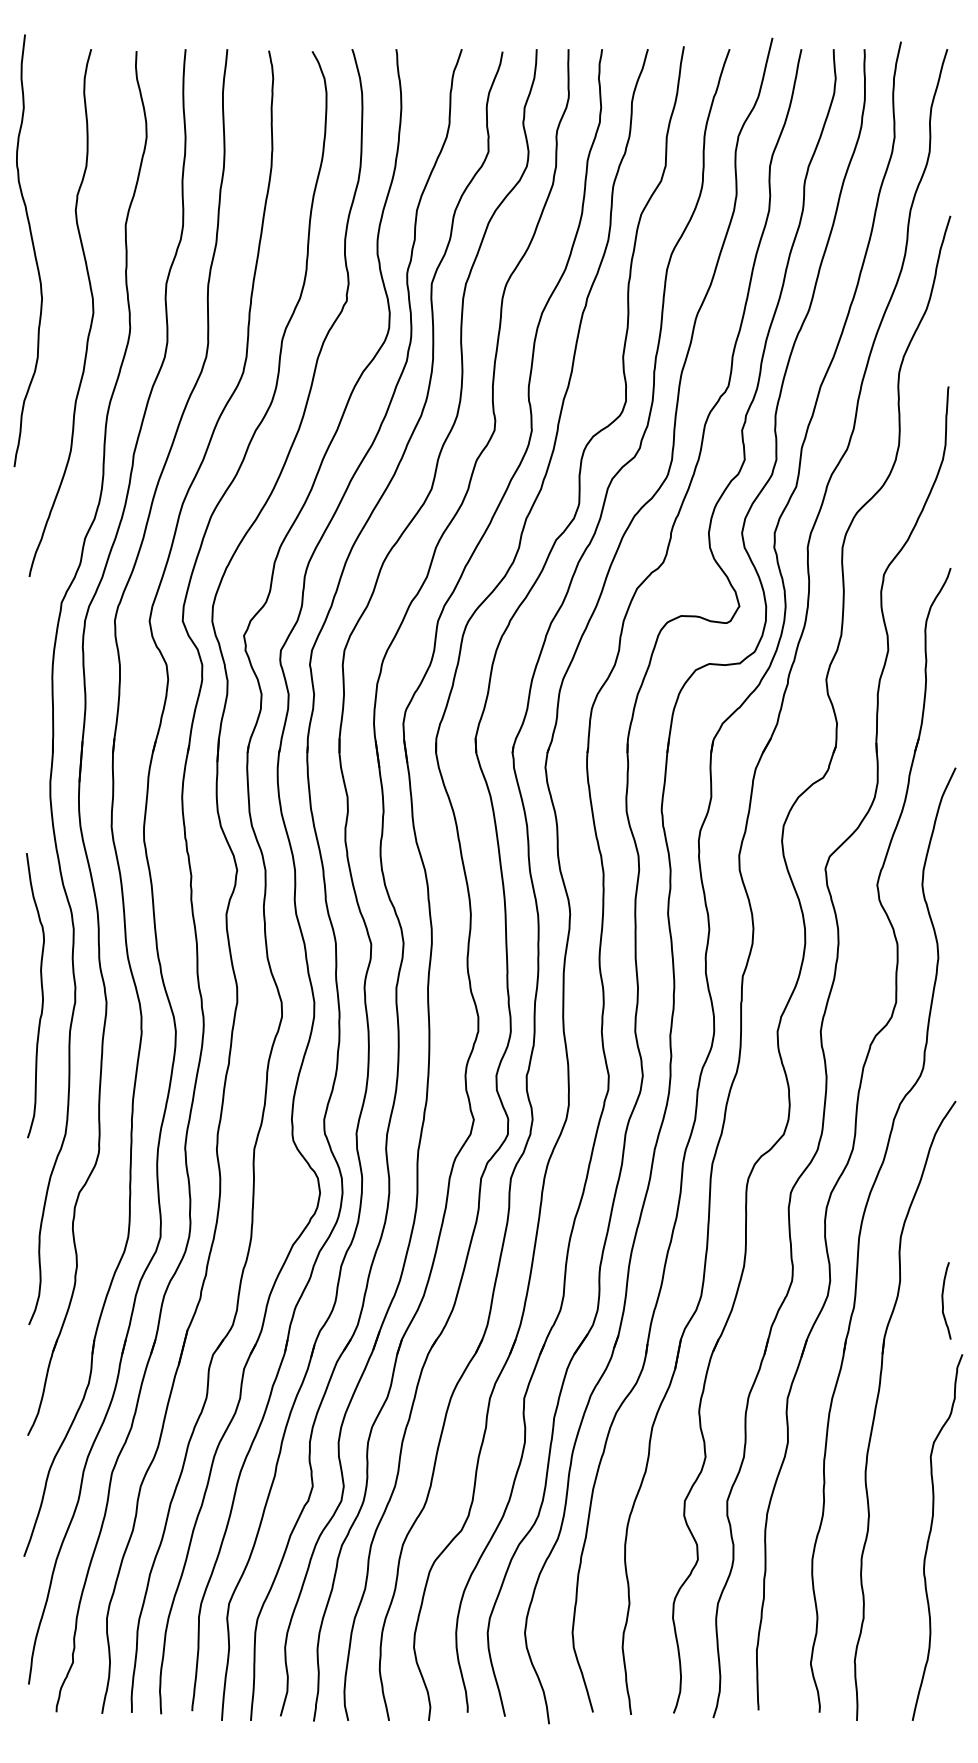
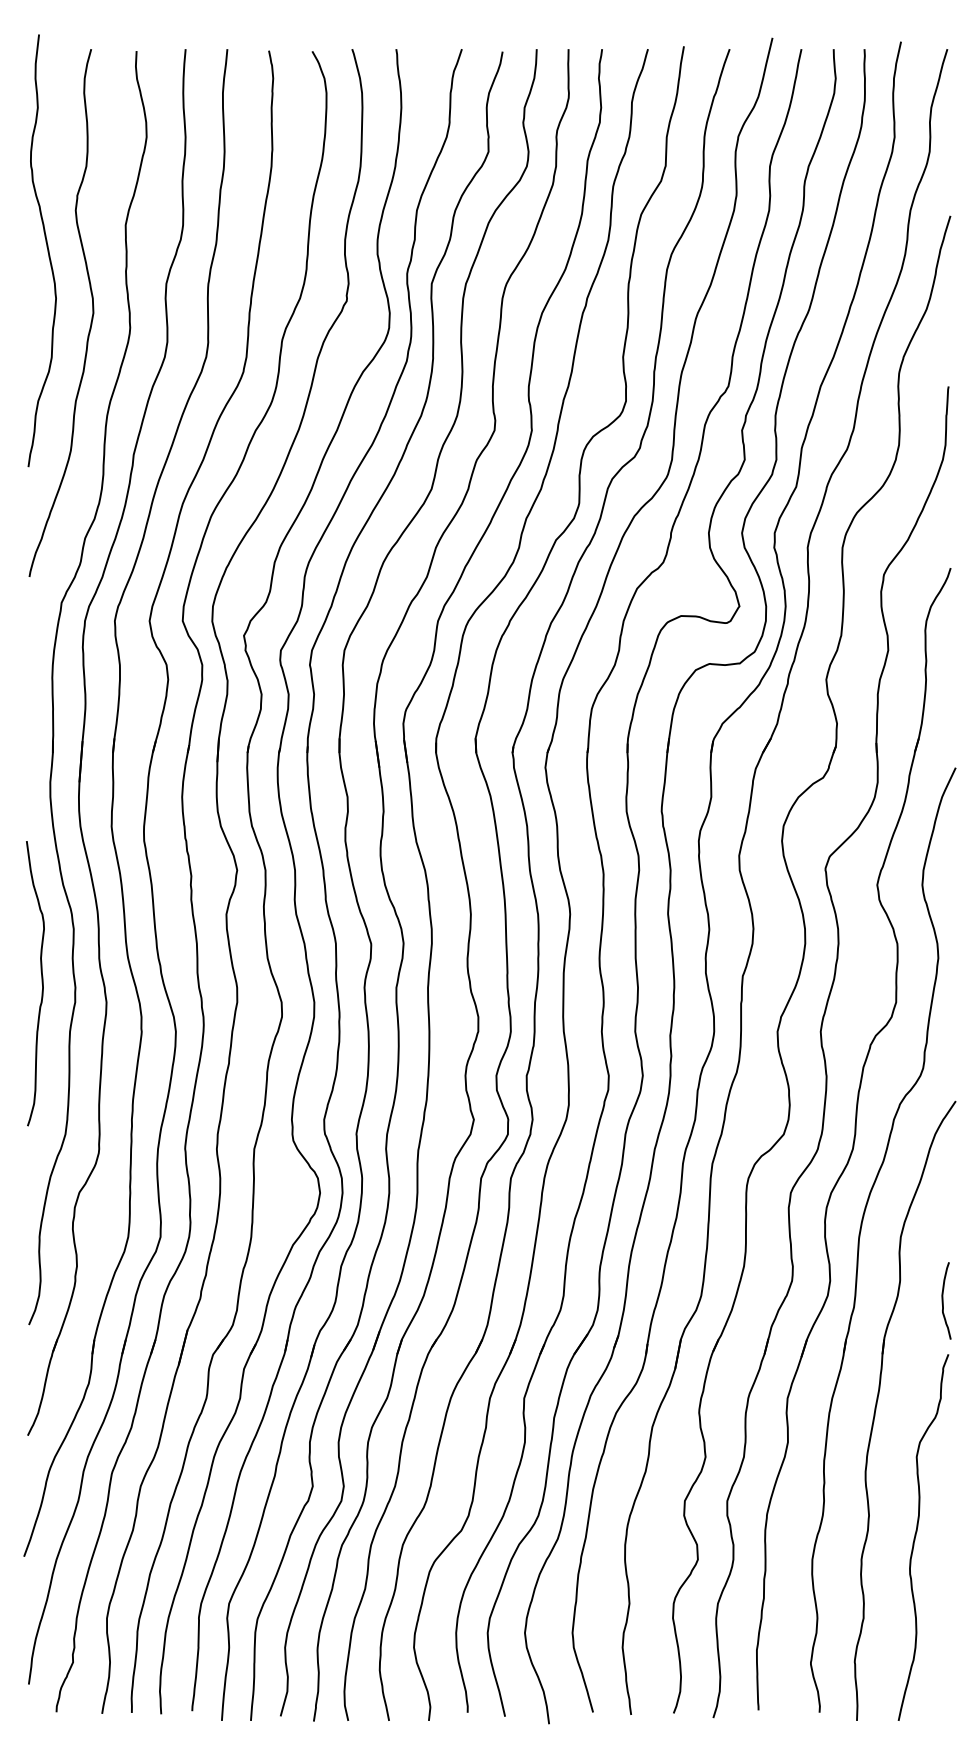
curve at (32, 247) position: (32, 247) -> (46, 247)
curve at (41, 995) position: (41, 995) -> (41, 983)
curve at (930, 1536) position: (930, 1536) -> (916, 1536)
